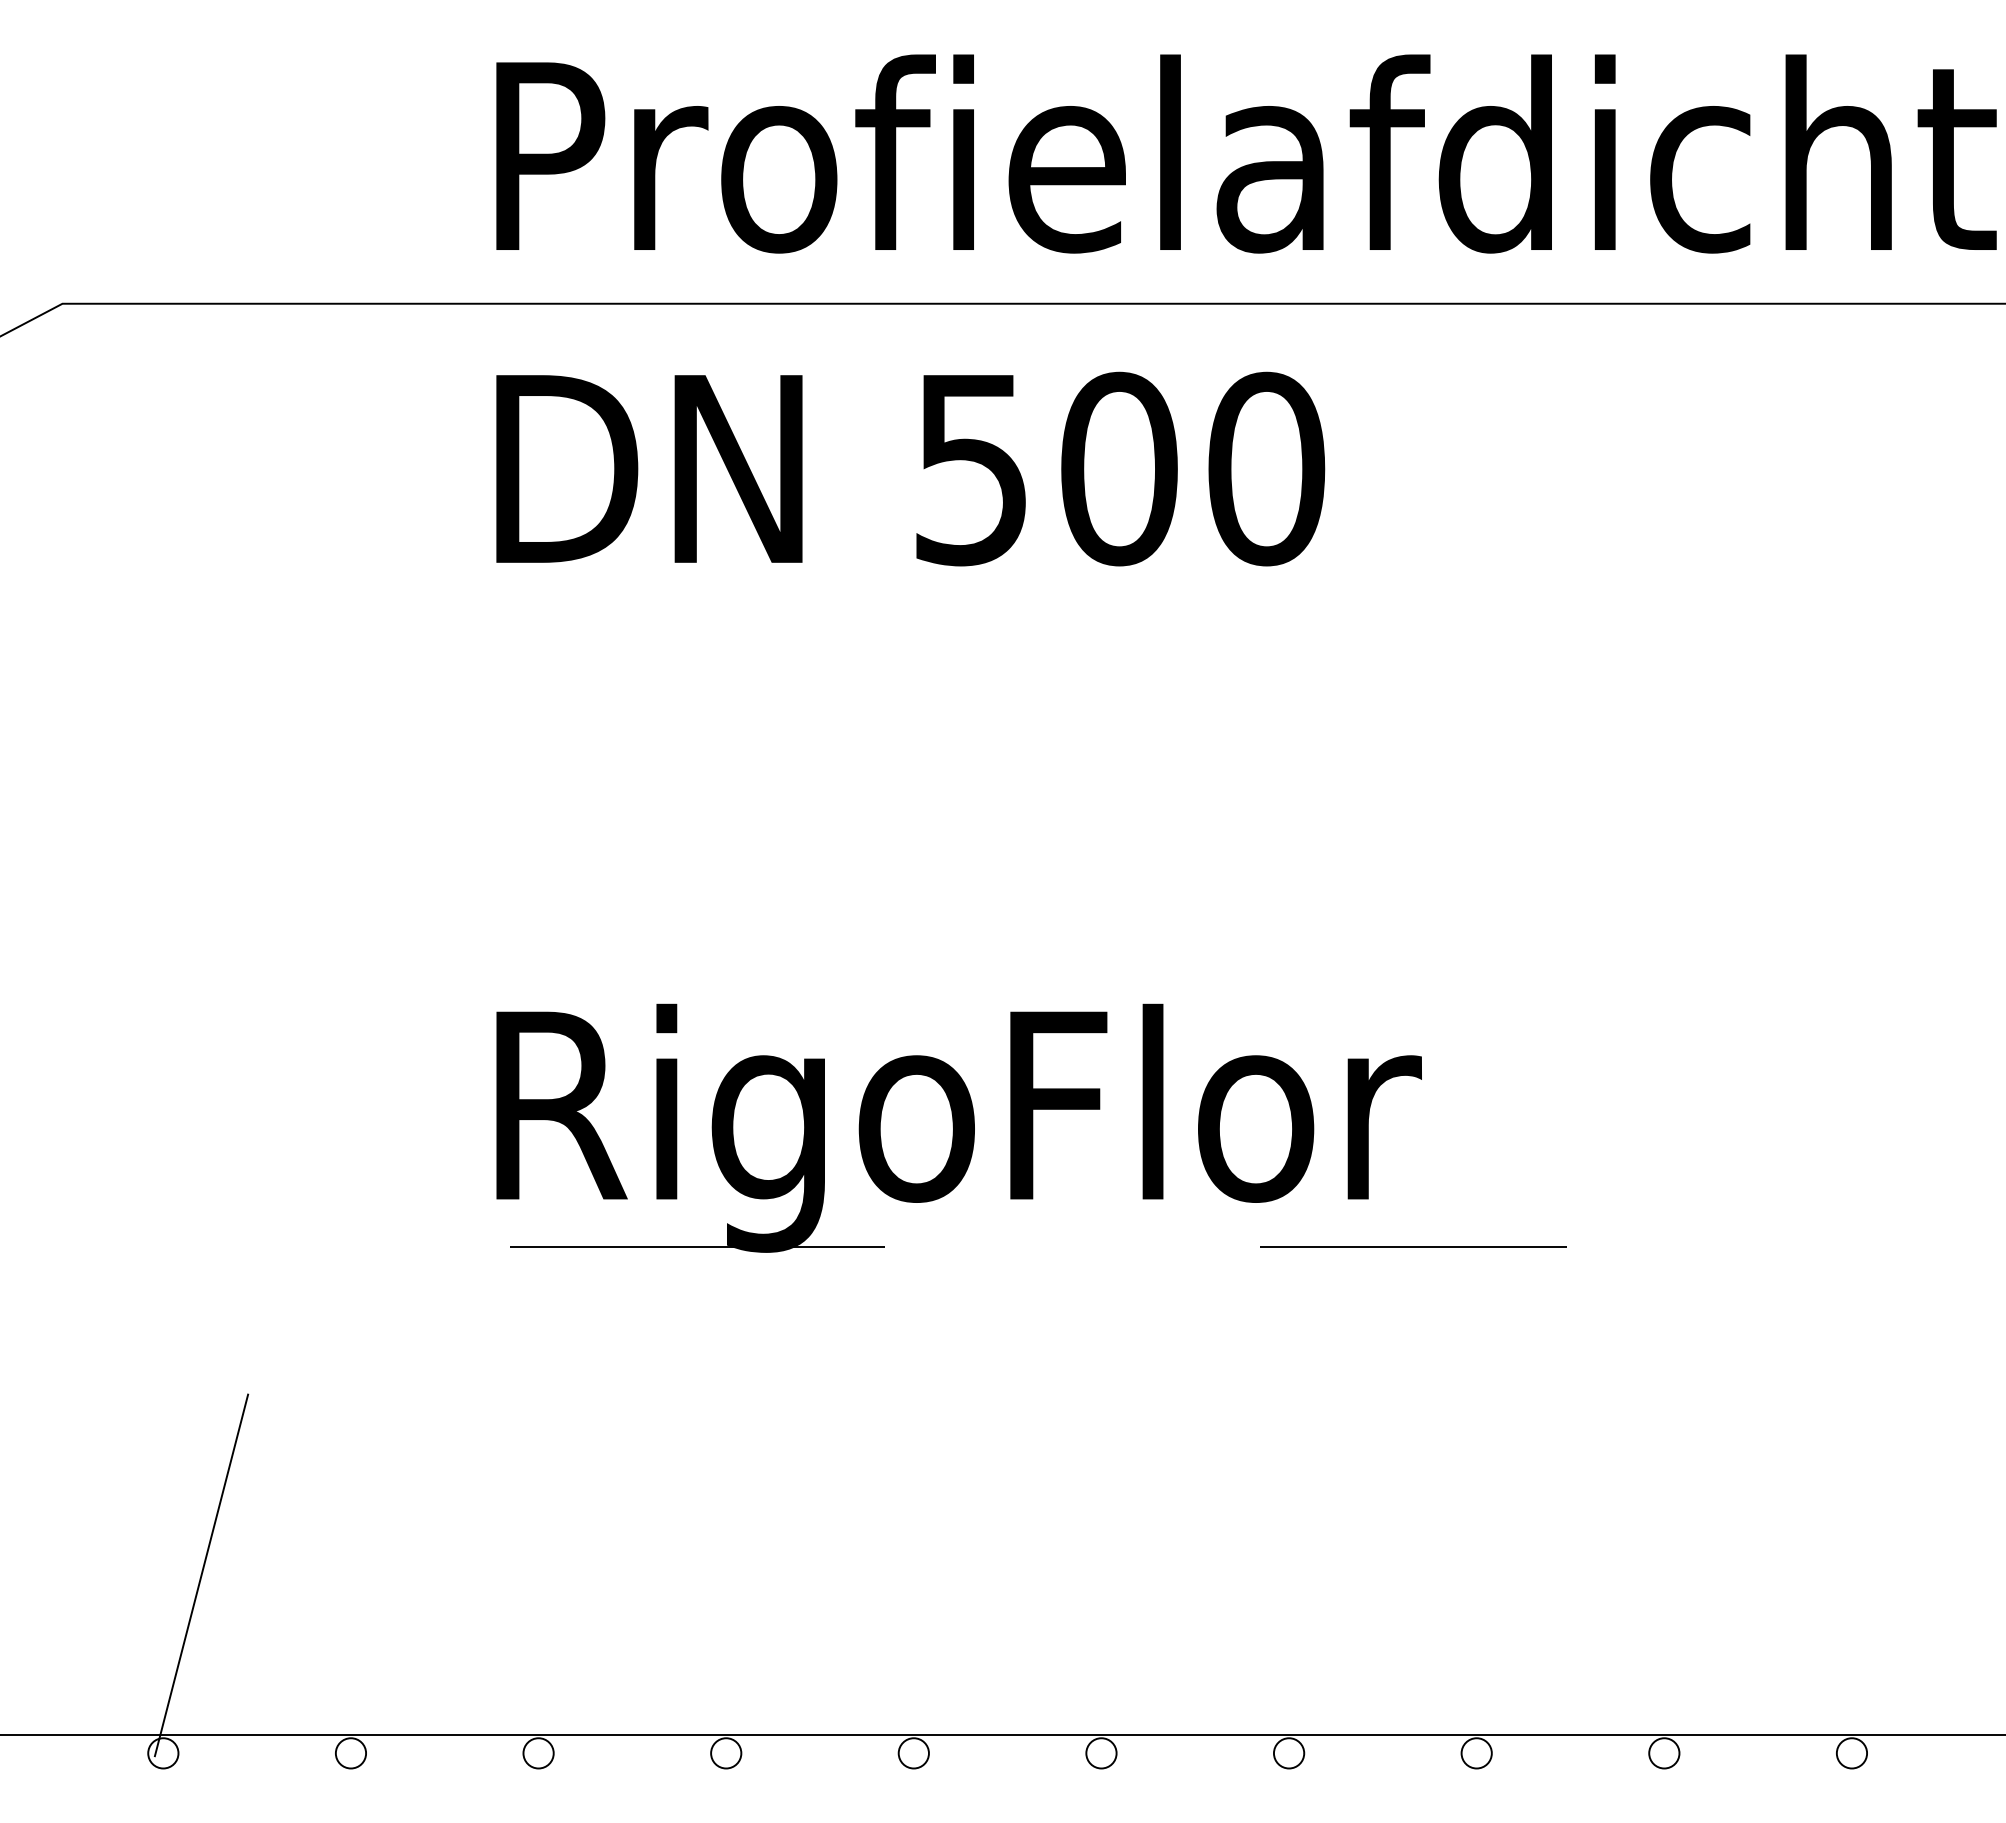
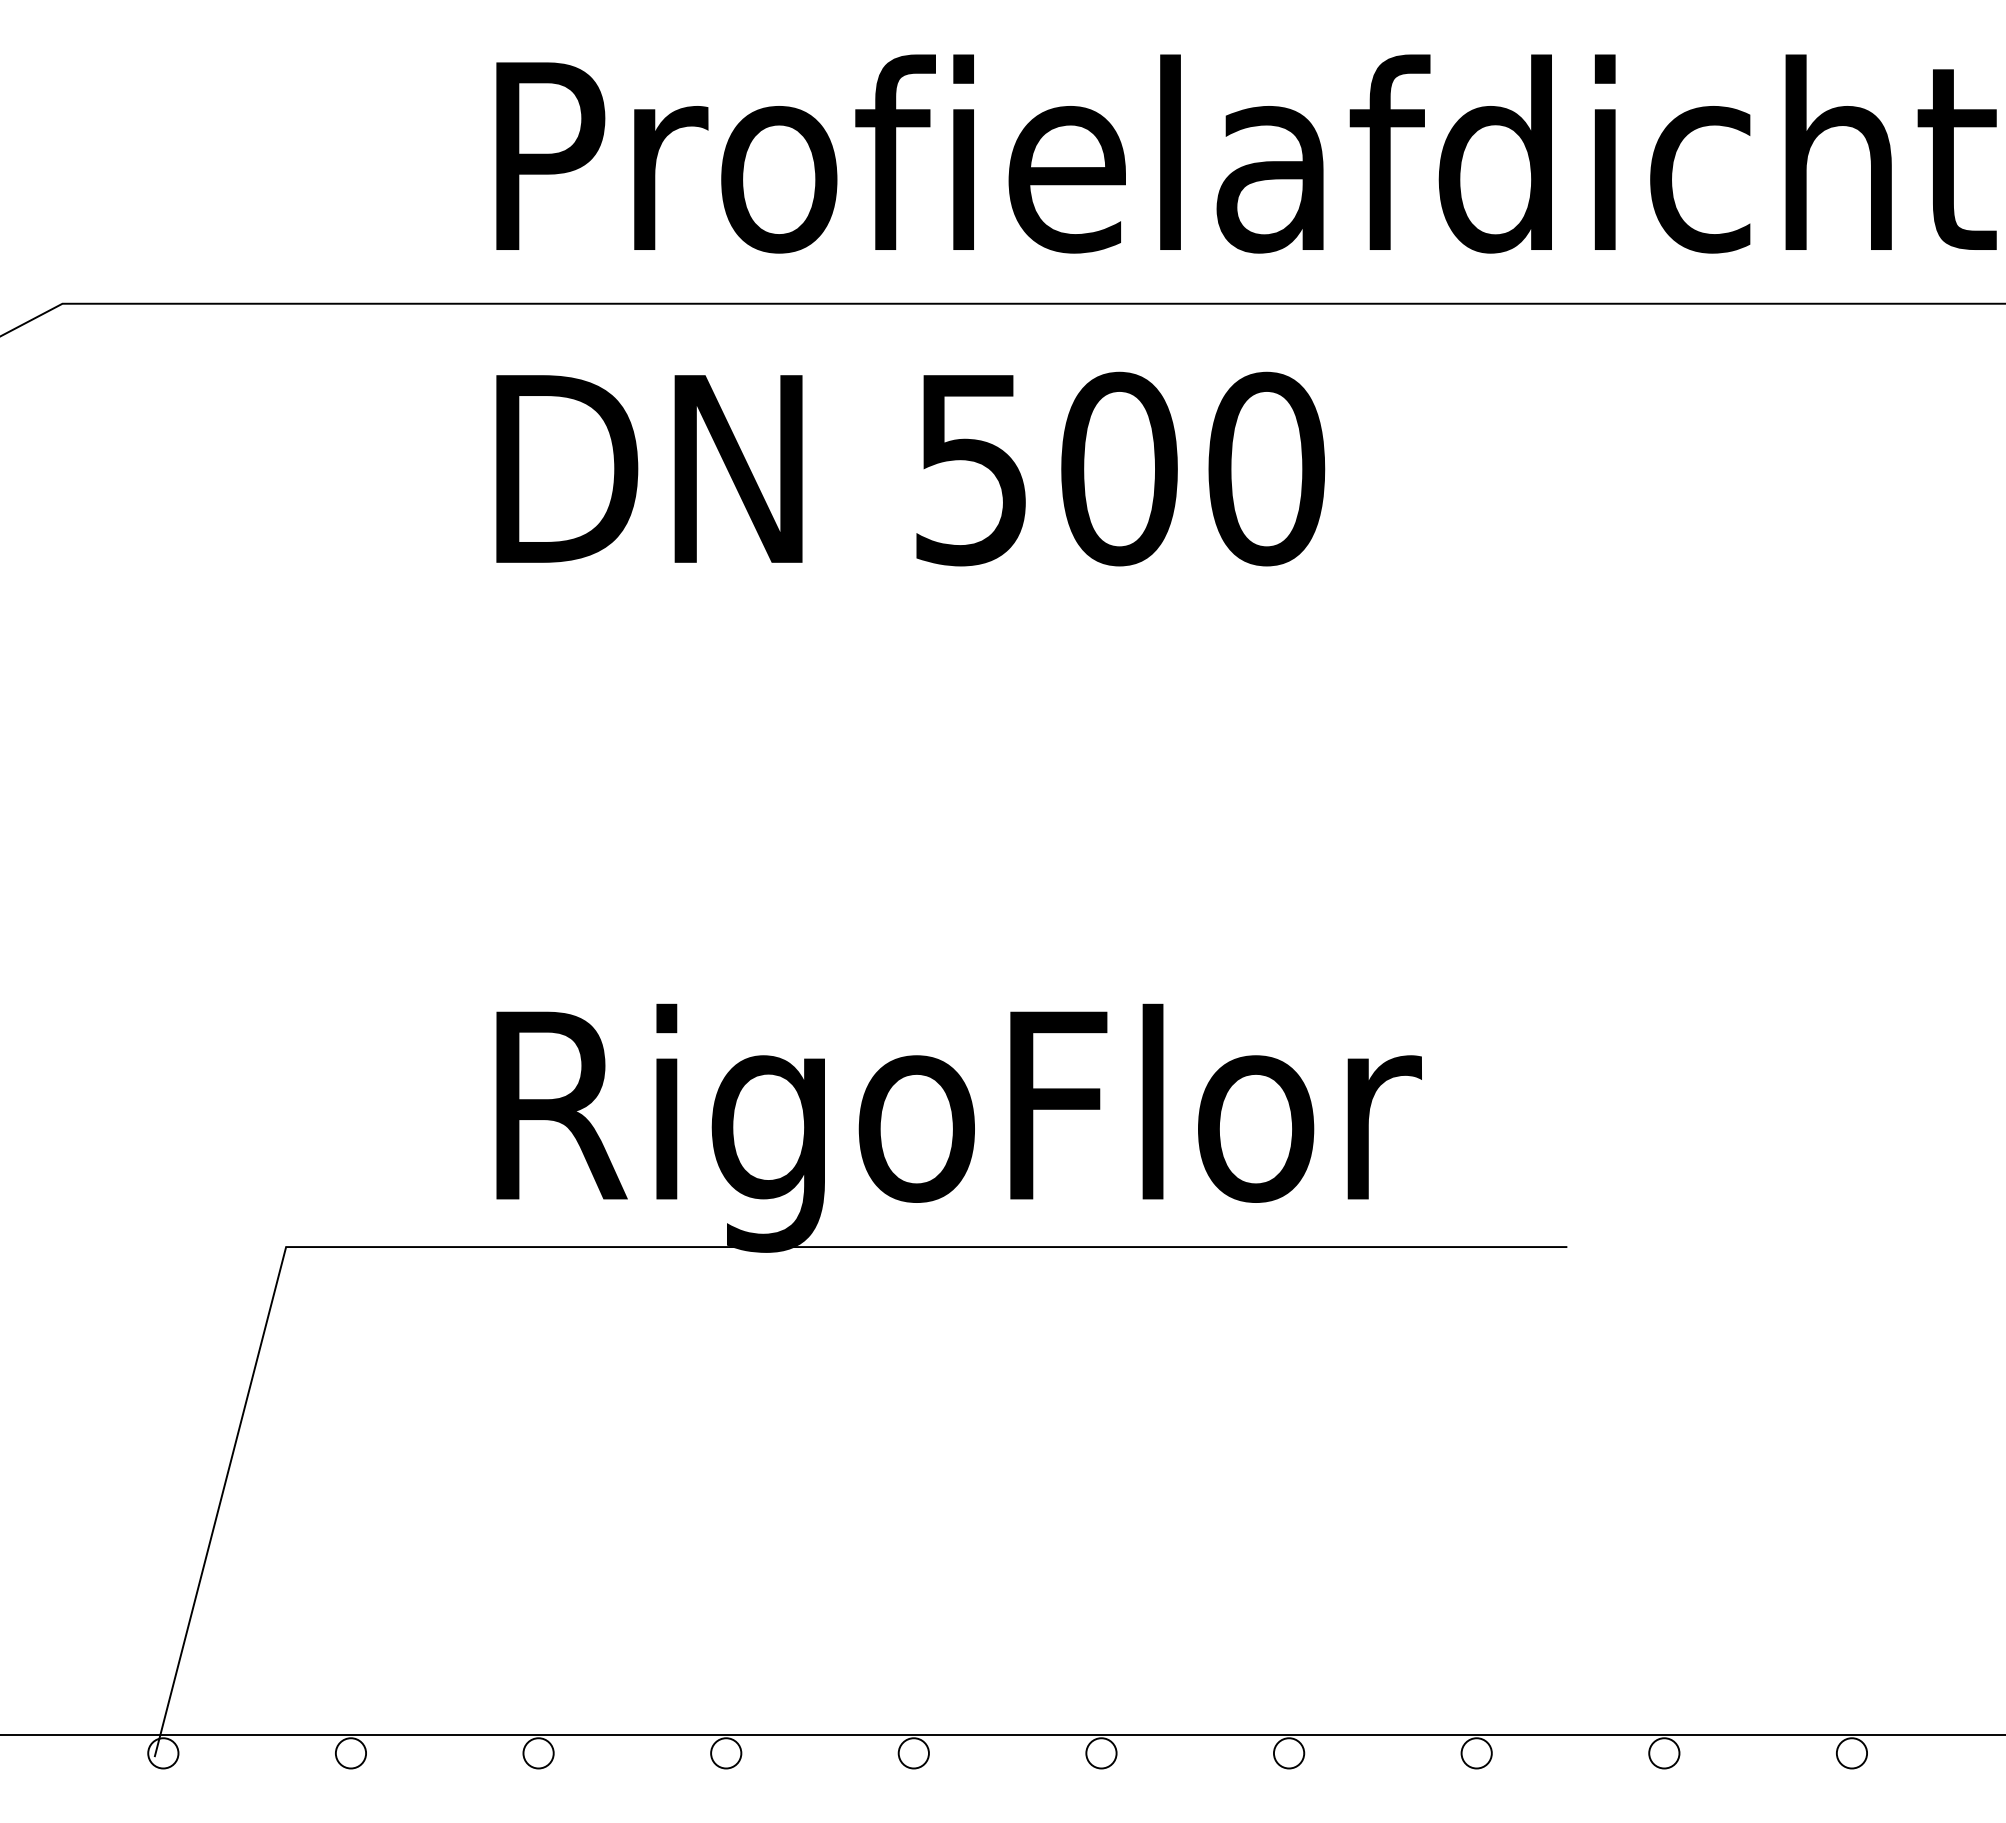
line at (662, 1247): dashed -> solid
